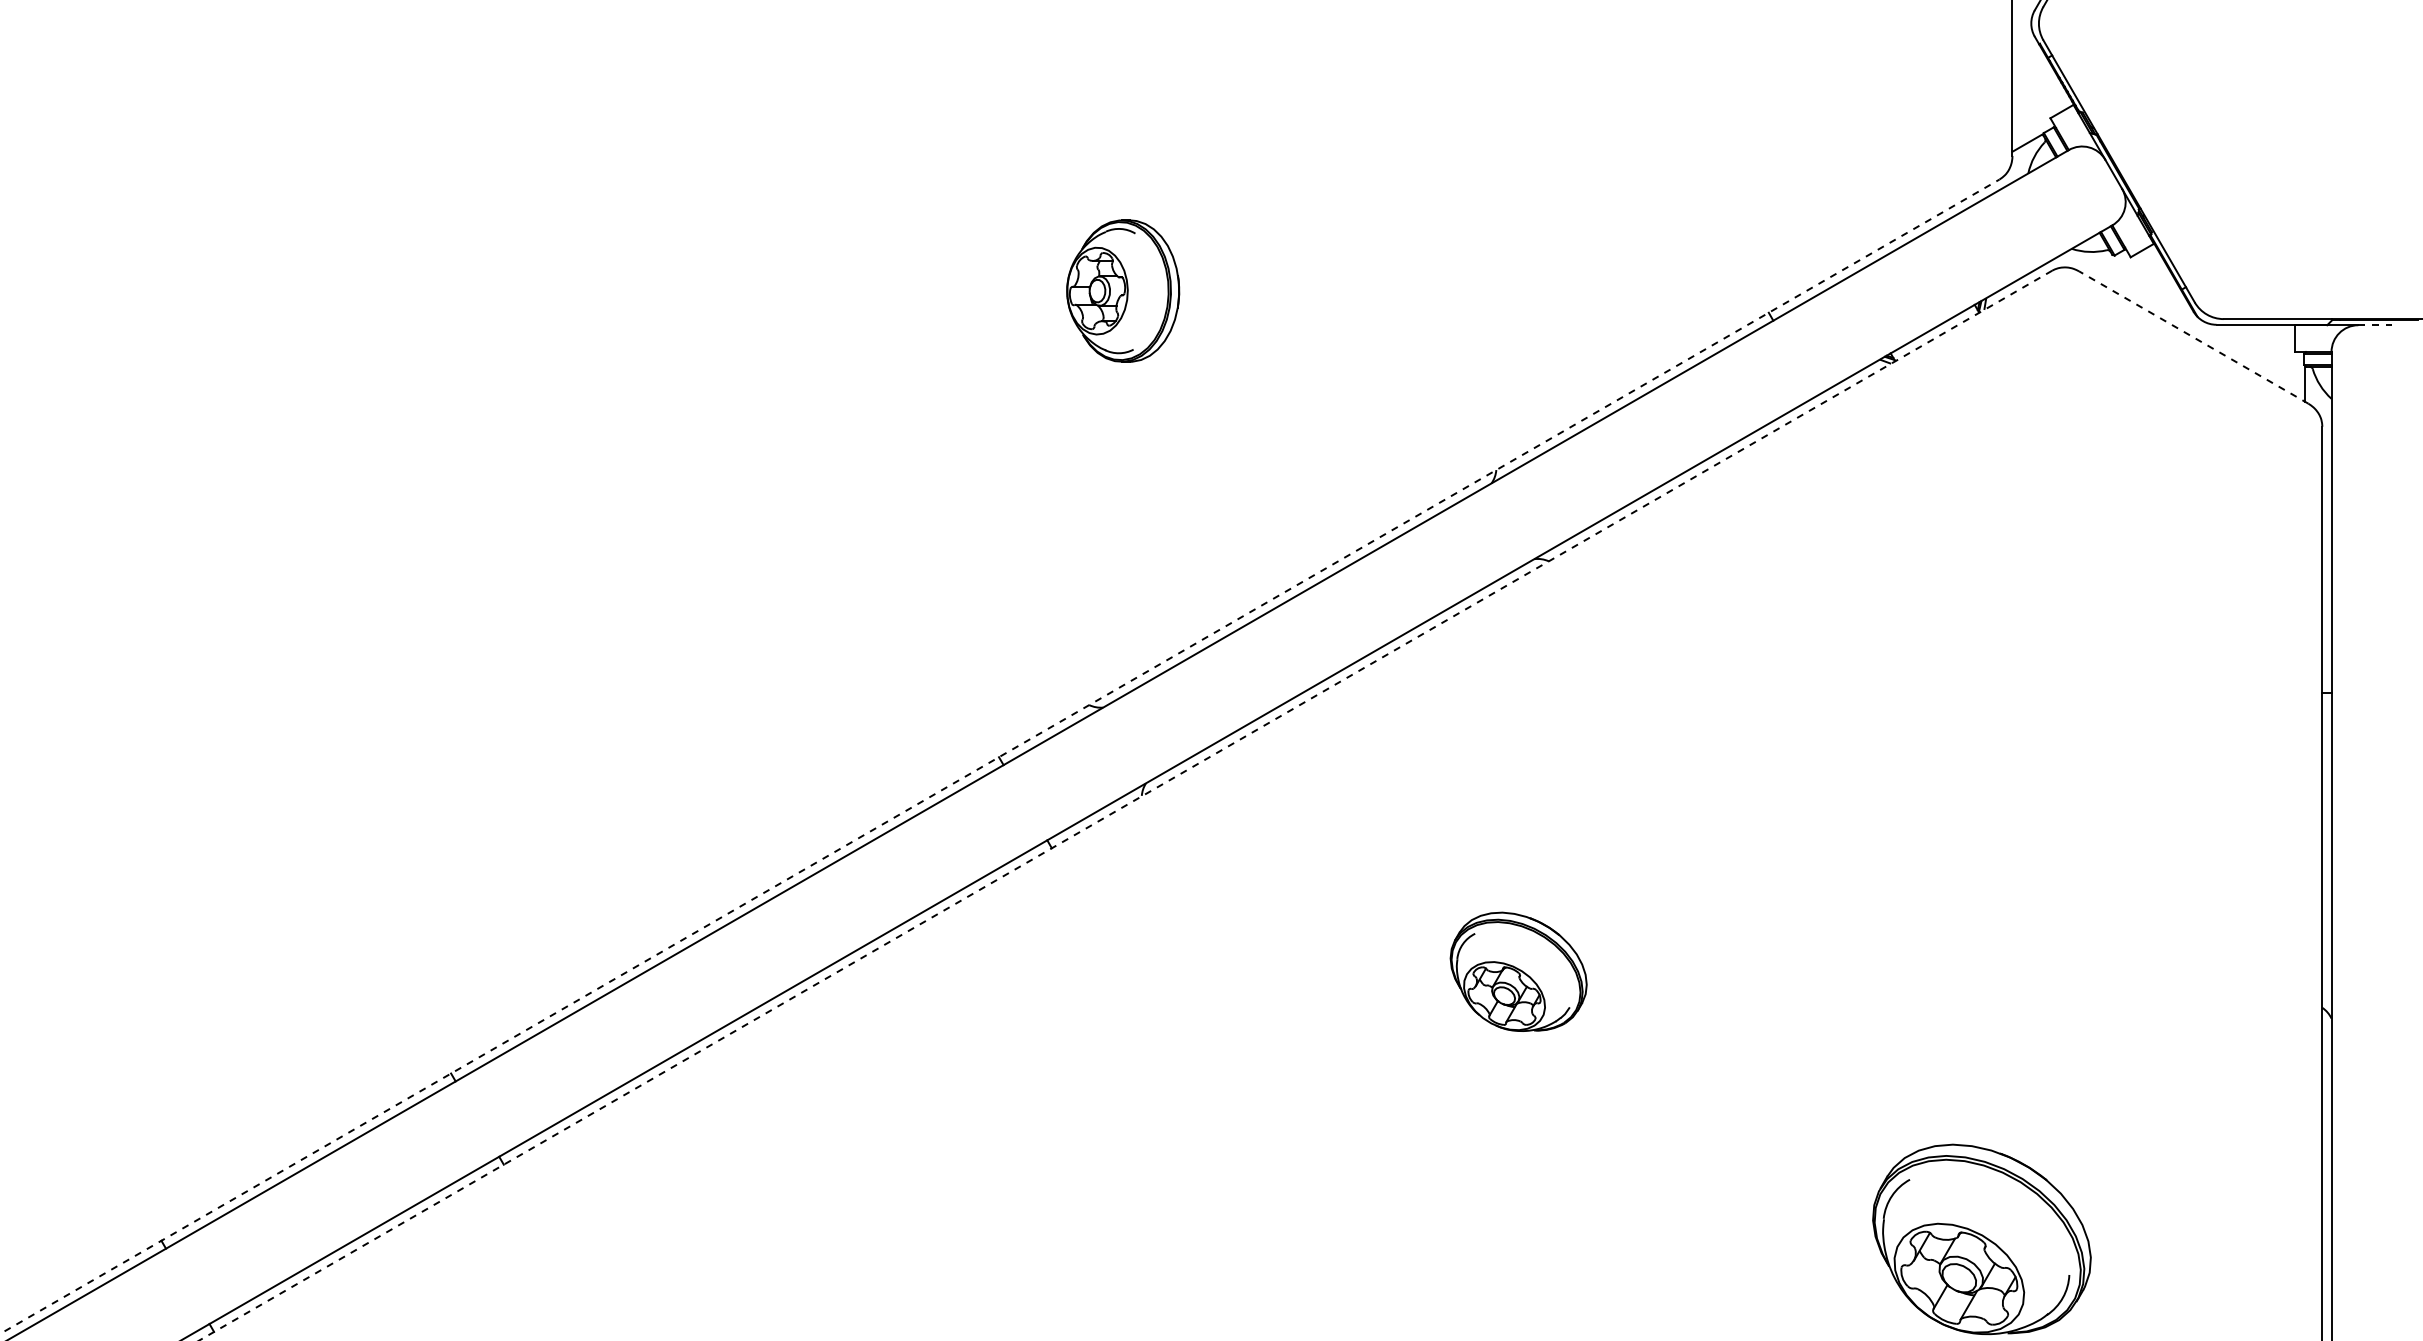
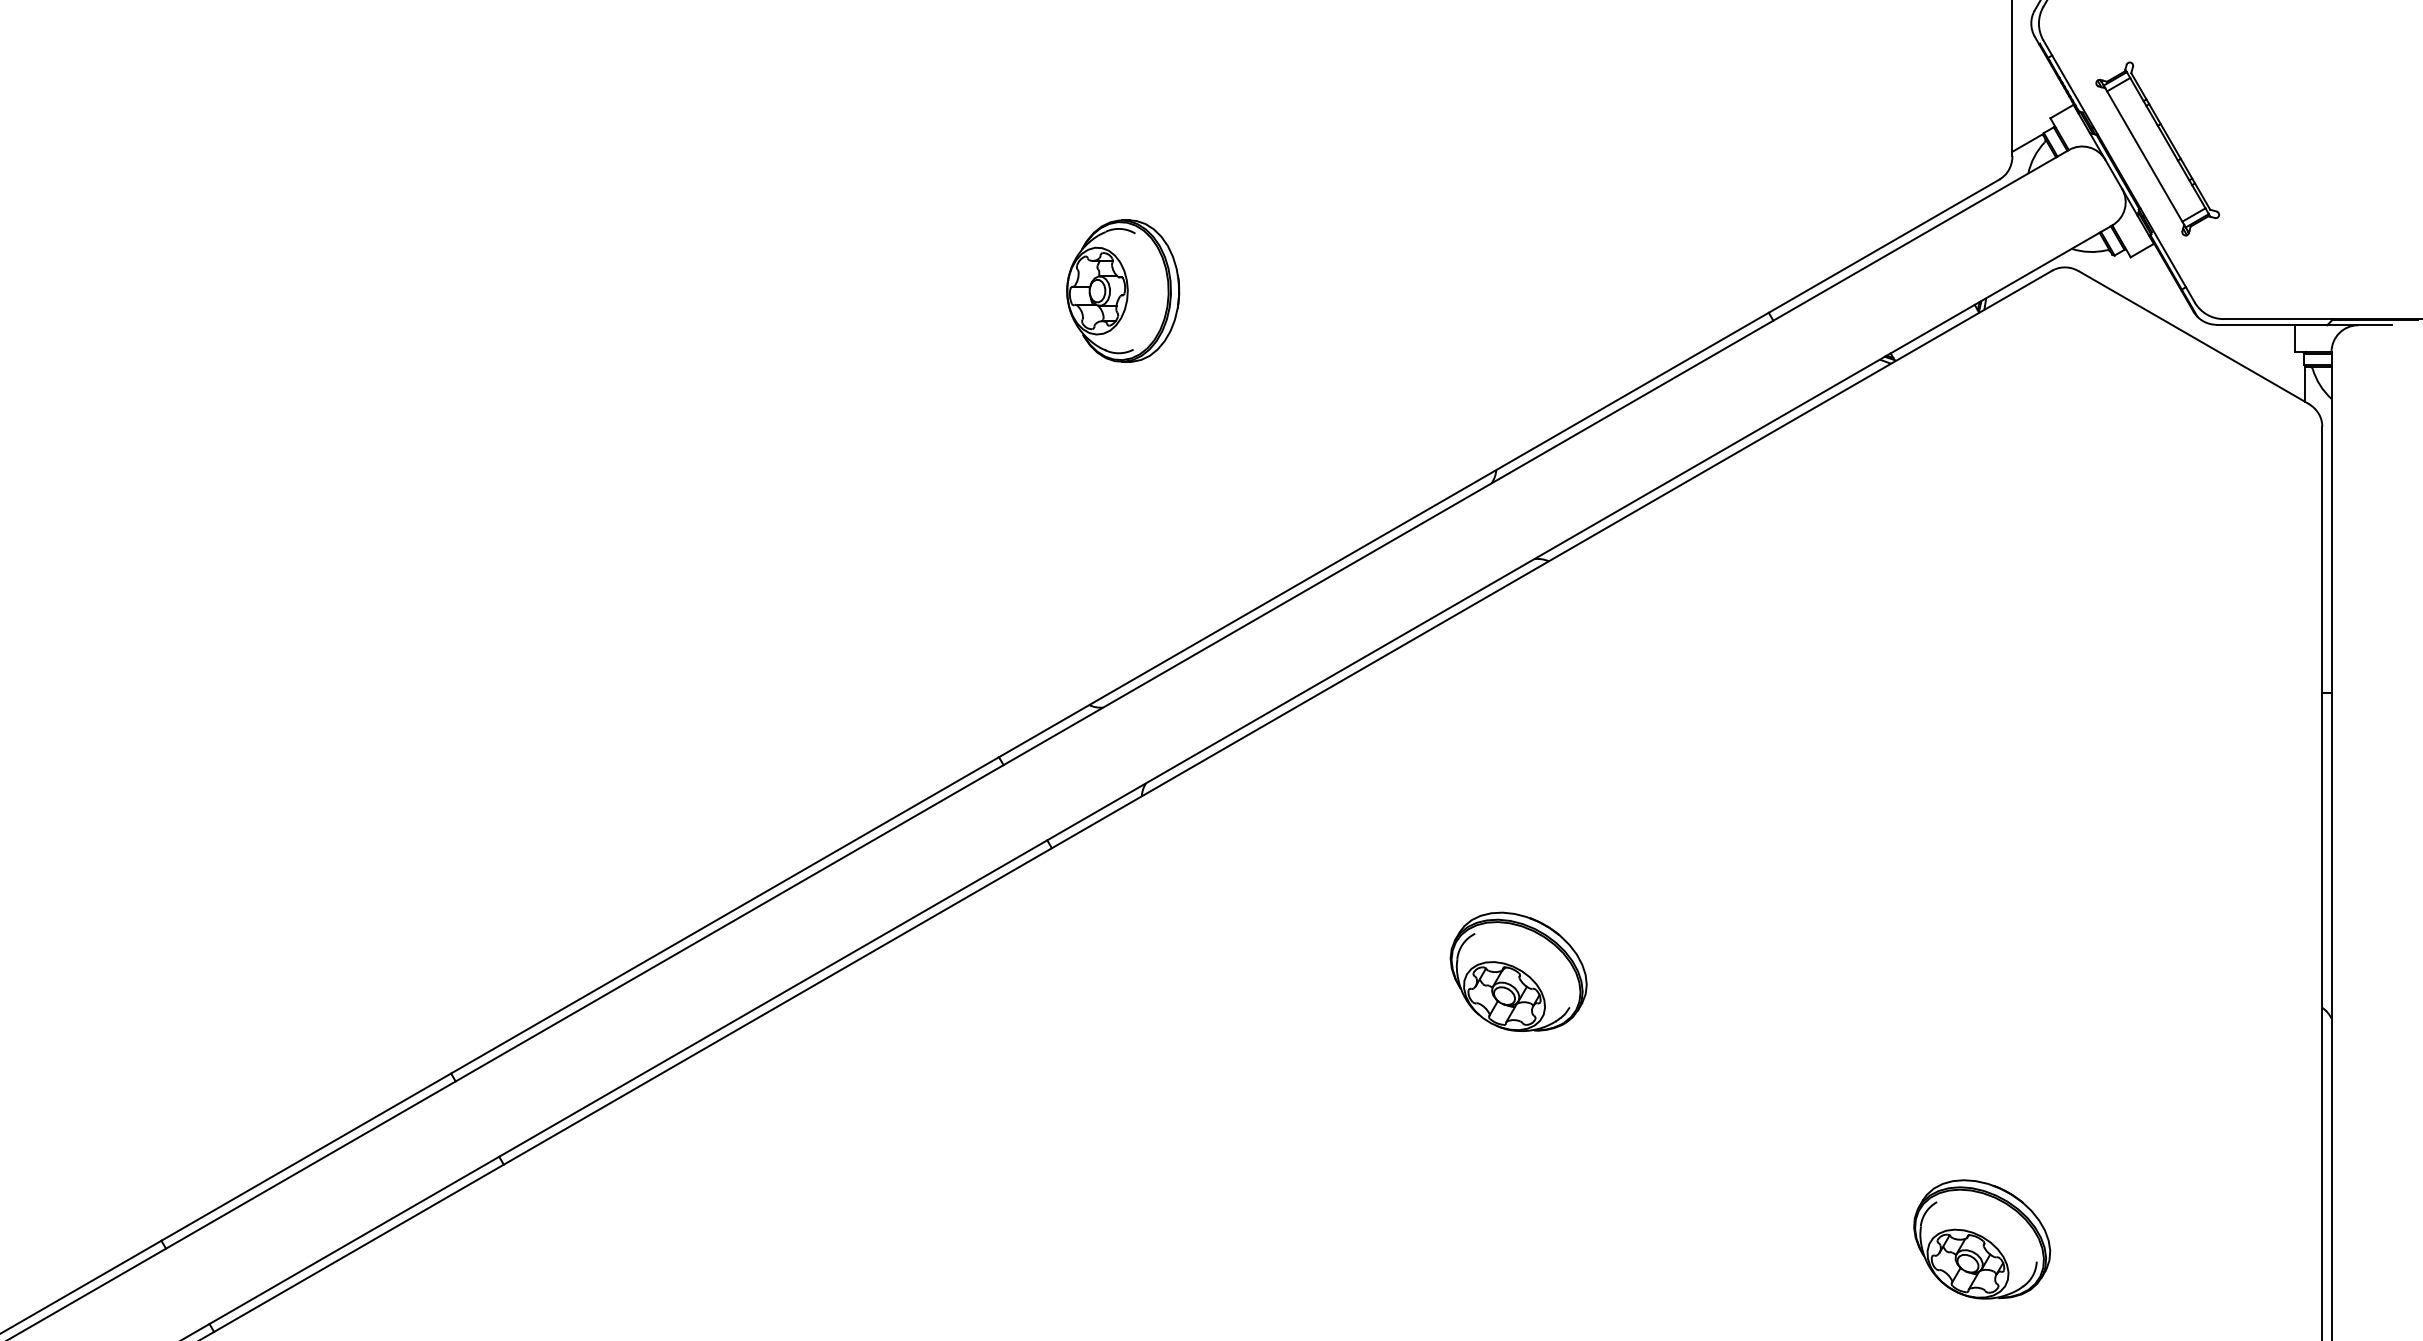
part at (2157, 148): none -> present
line at (2375, 325): dashed -> solid
line at (2193, 337): dashed -> solid
line at (1000, 756): dashed -> solid
line at (1125, 805): dashed -> solid
part at (1981, 1239) size: 220x193 px -> 139x121 px
